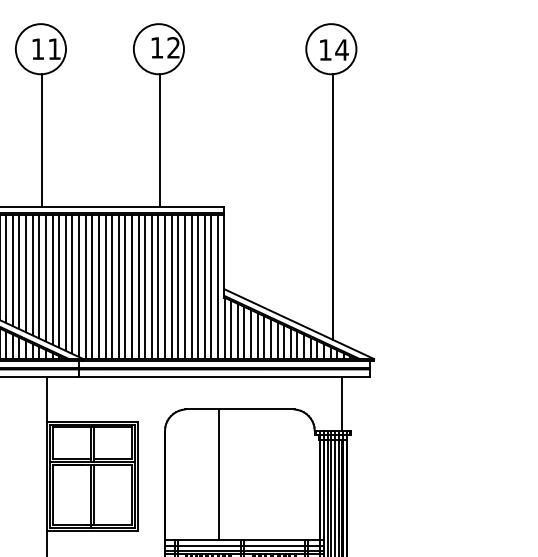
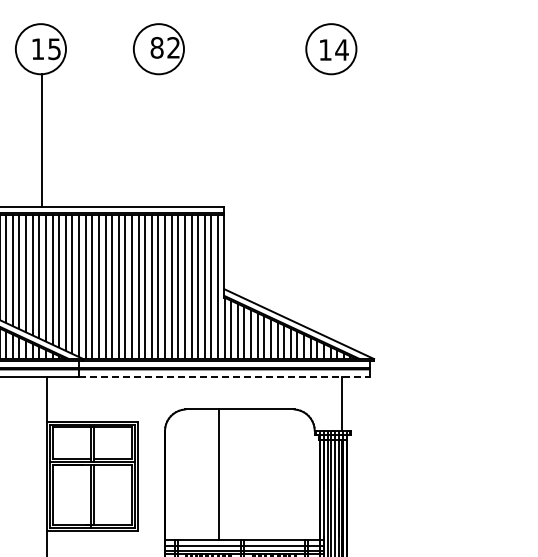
text at (156, 47): 12 -> 82
text at (54, 49): 11 -> 15
line at (160, 140): present -> none
line at (332, 206): present -> none
line at (224, 376): solid -> dashed
